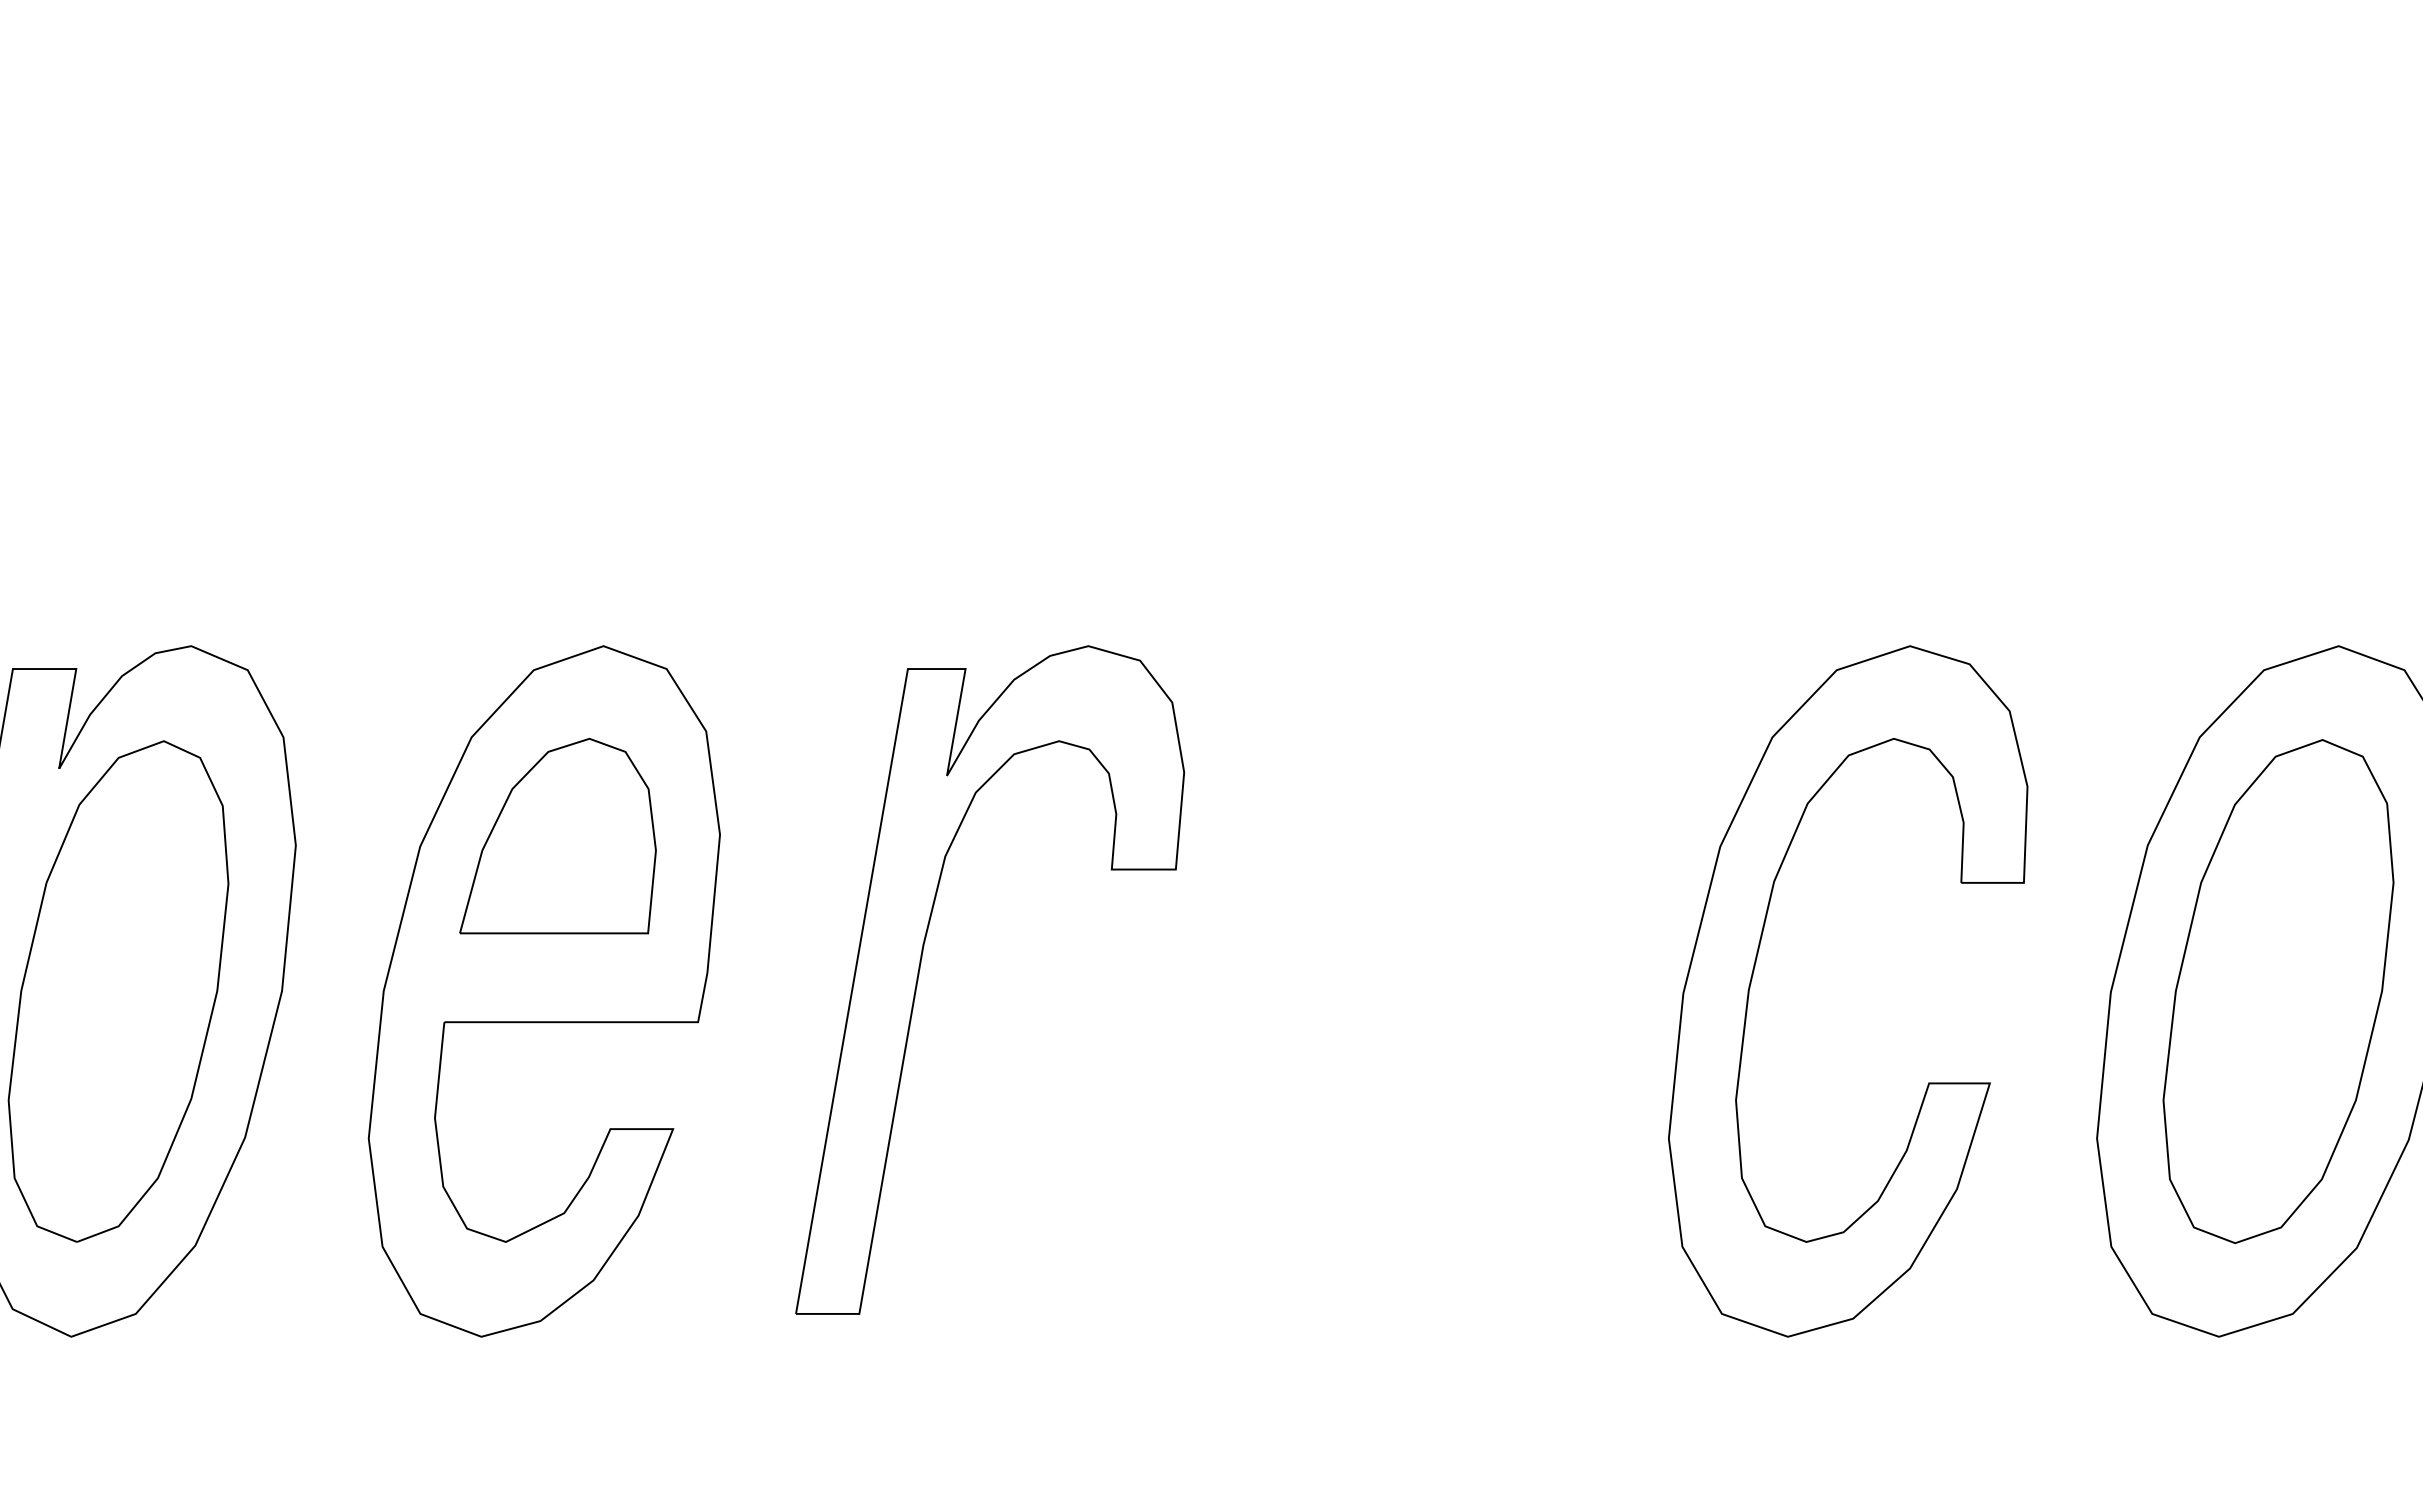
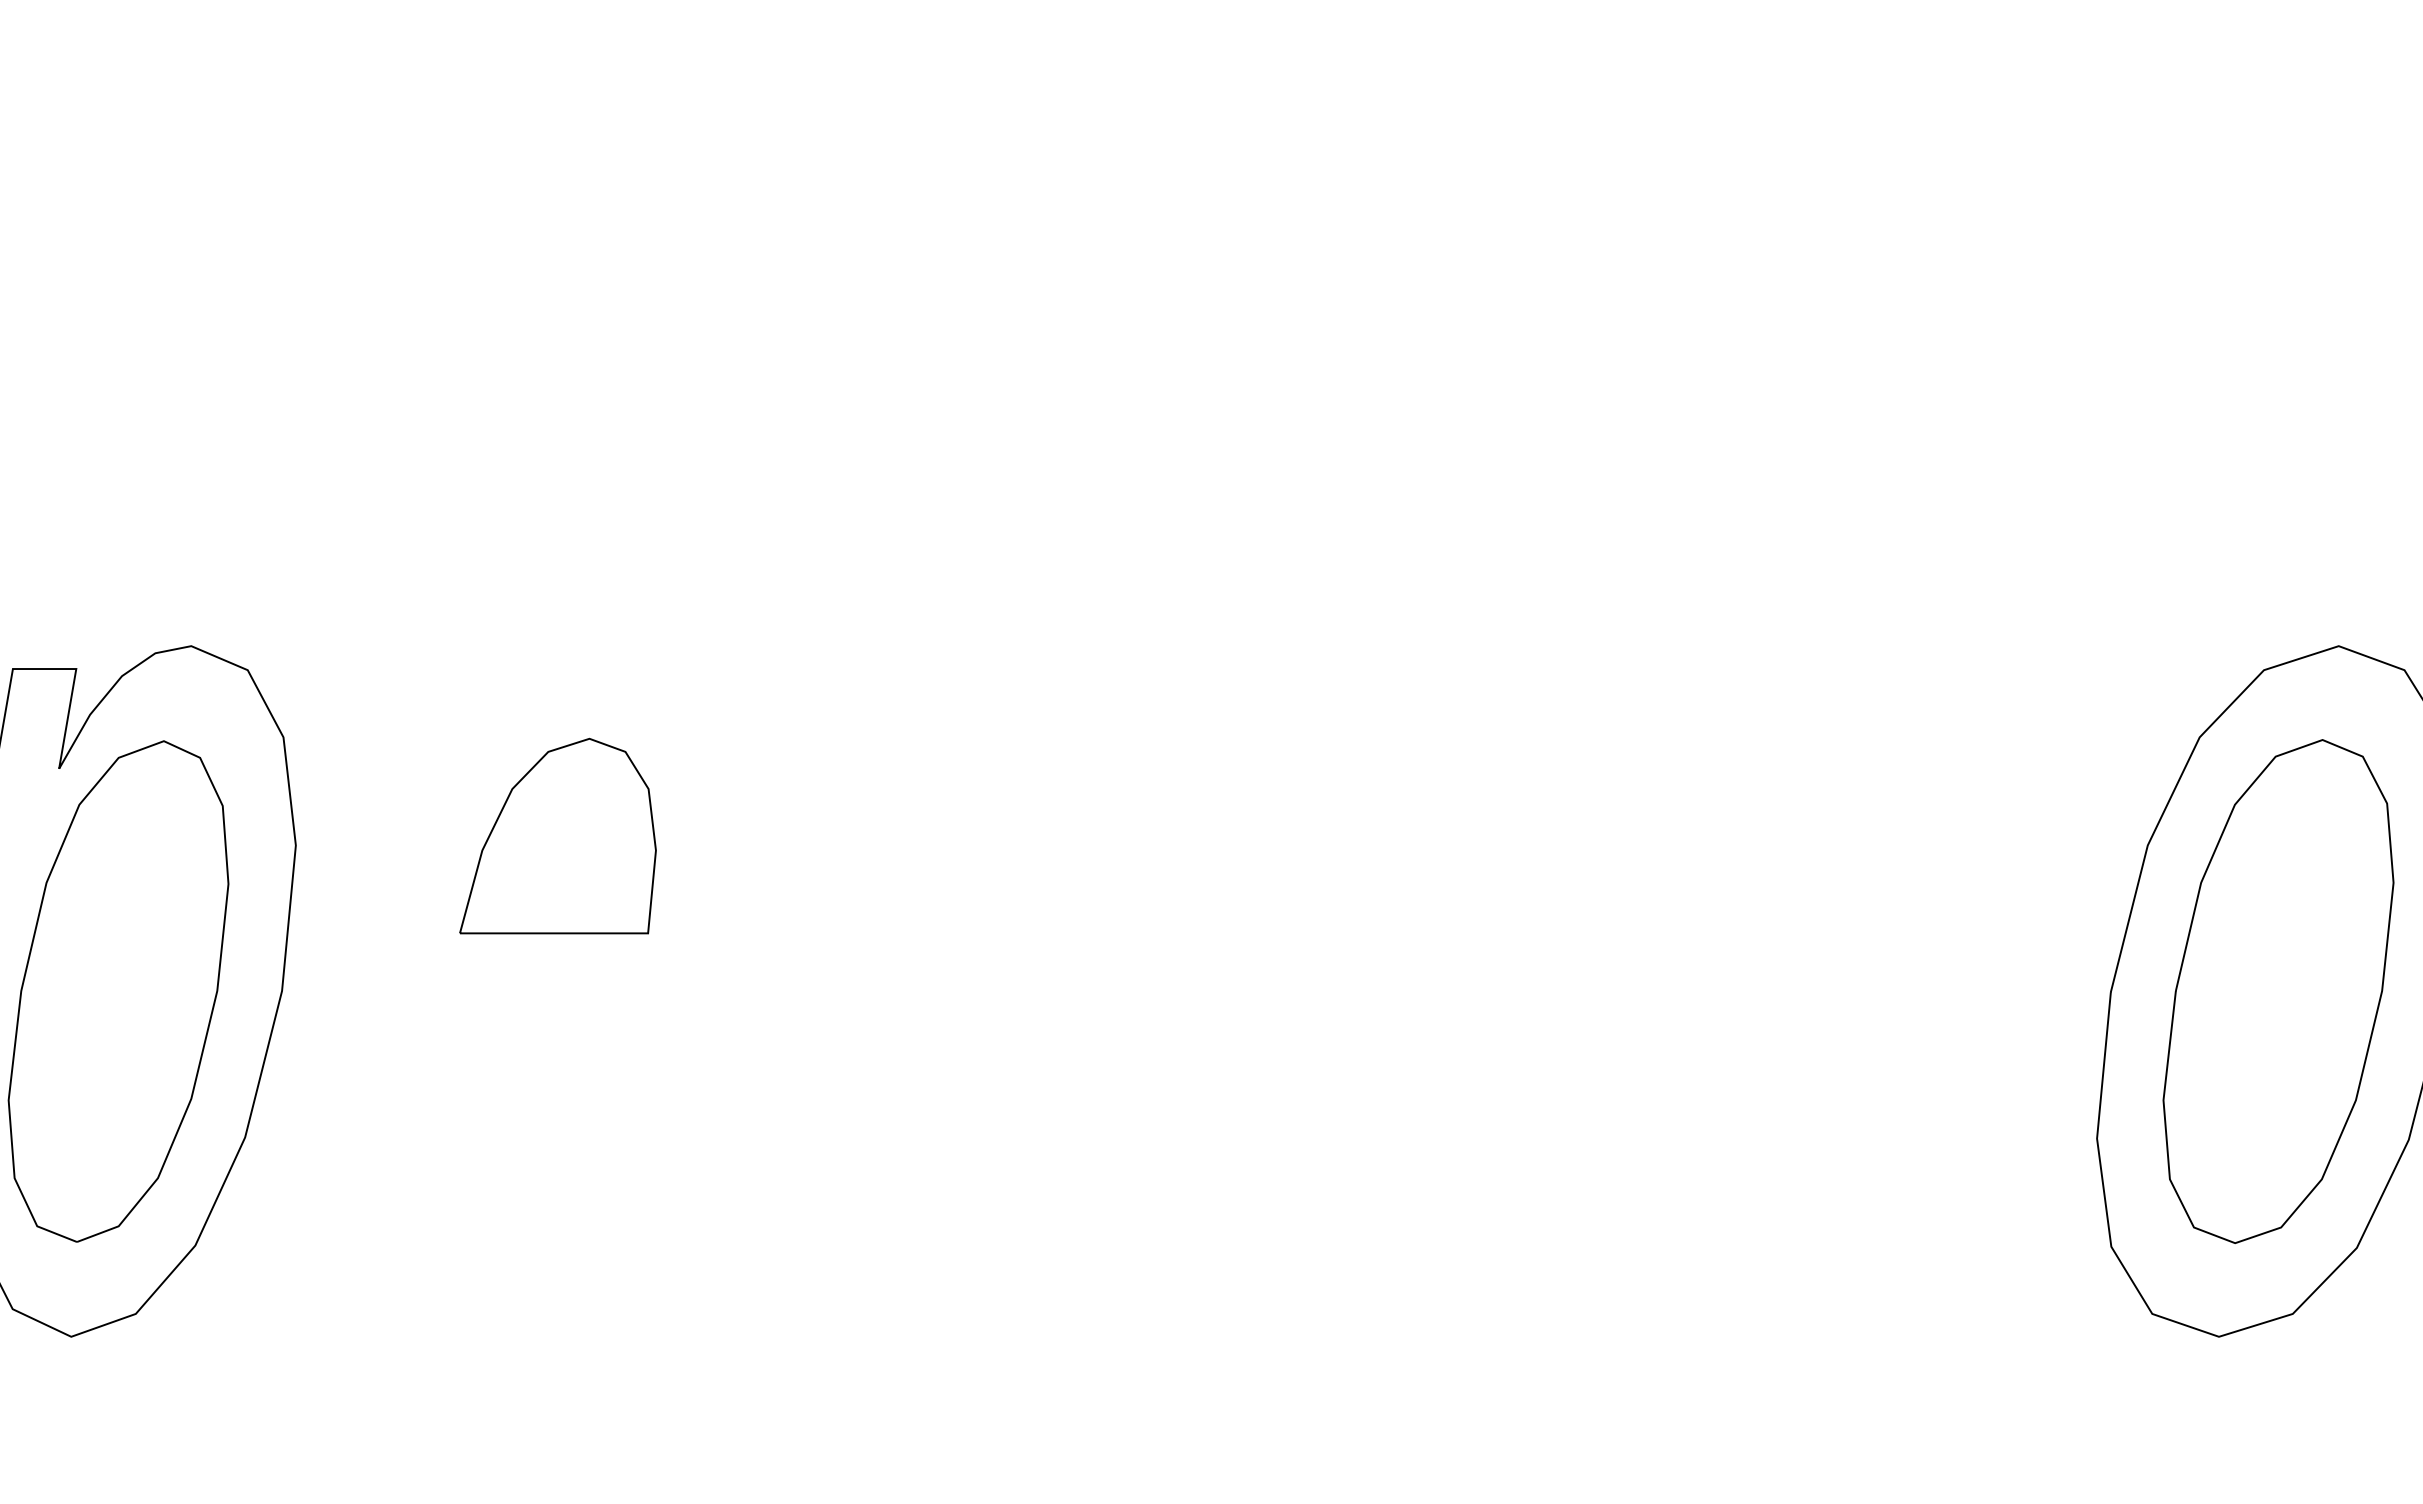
part at (920, 969): present -> none
part at (1754, 971): present -> none
part at (543, 991): present -> none
